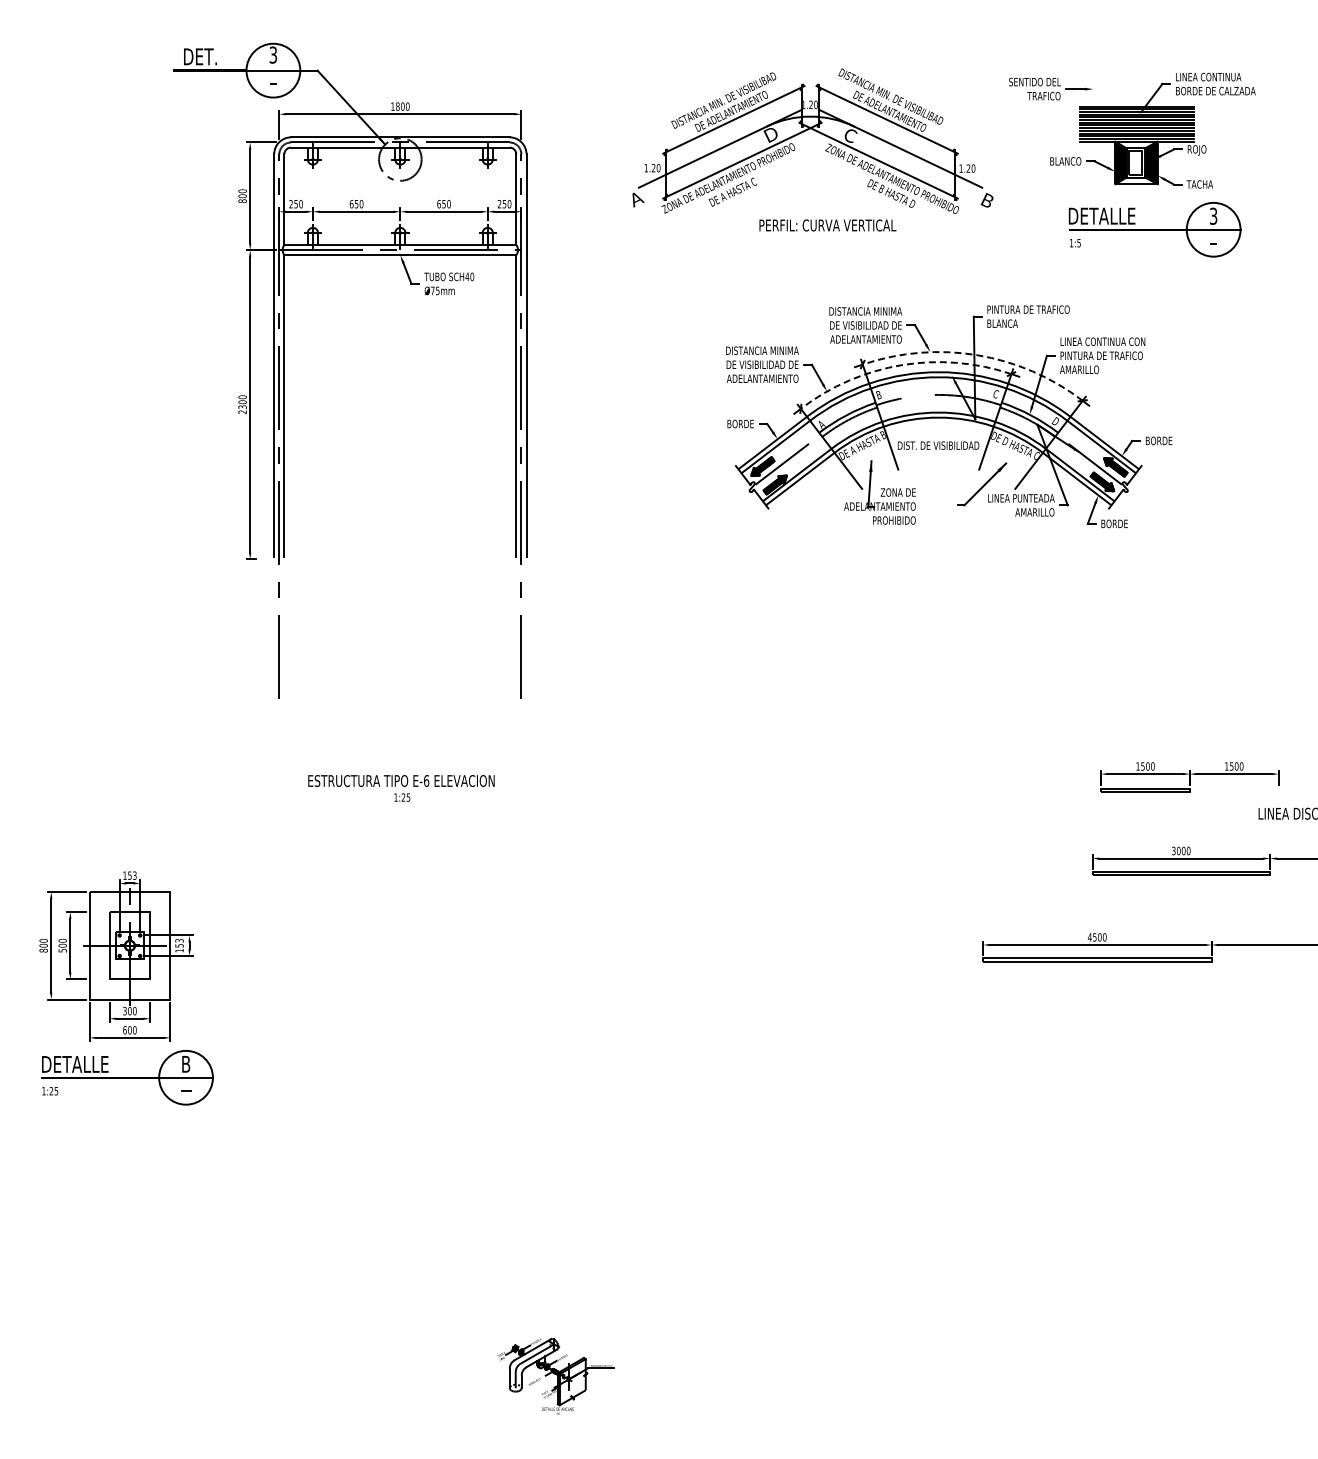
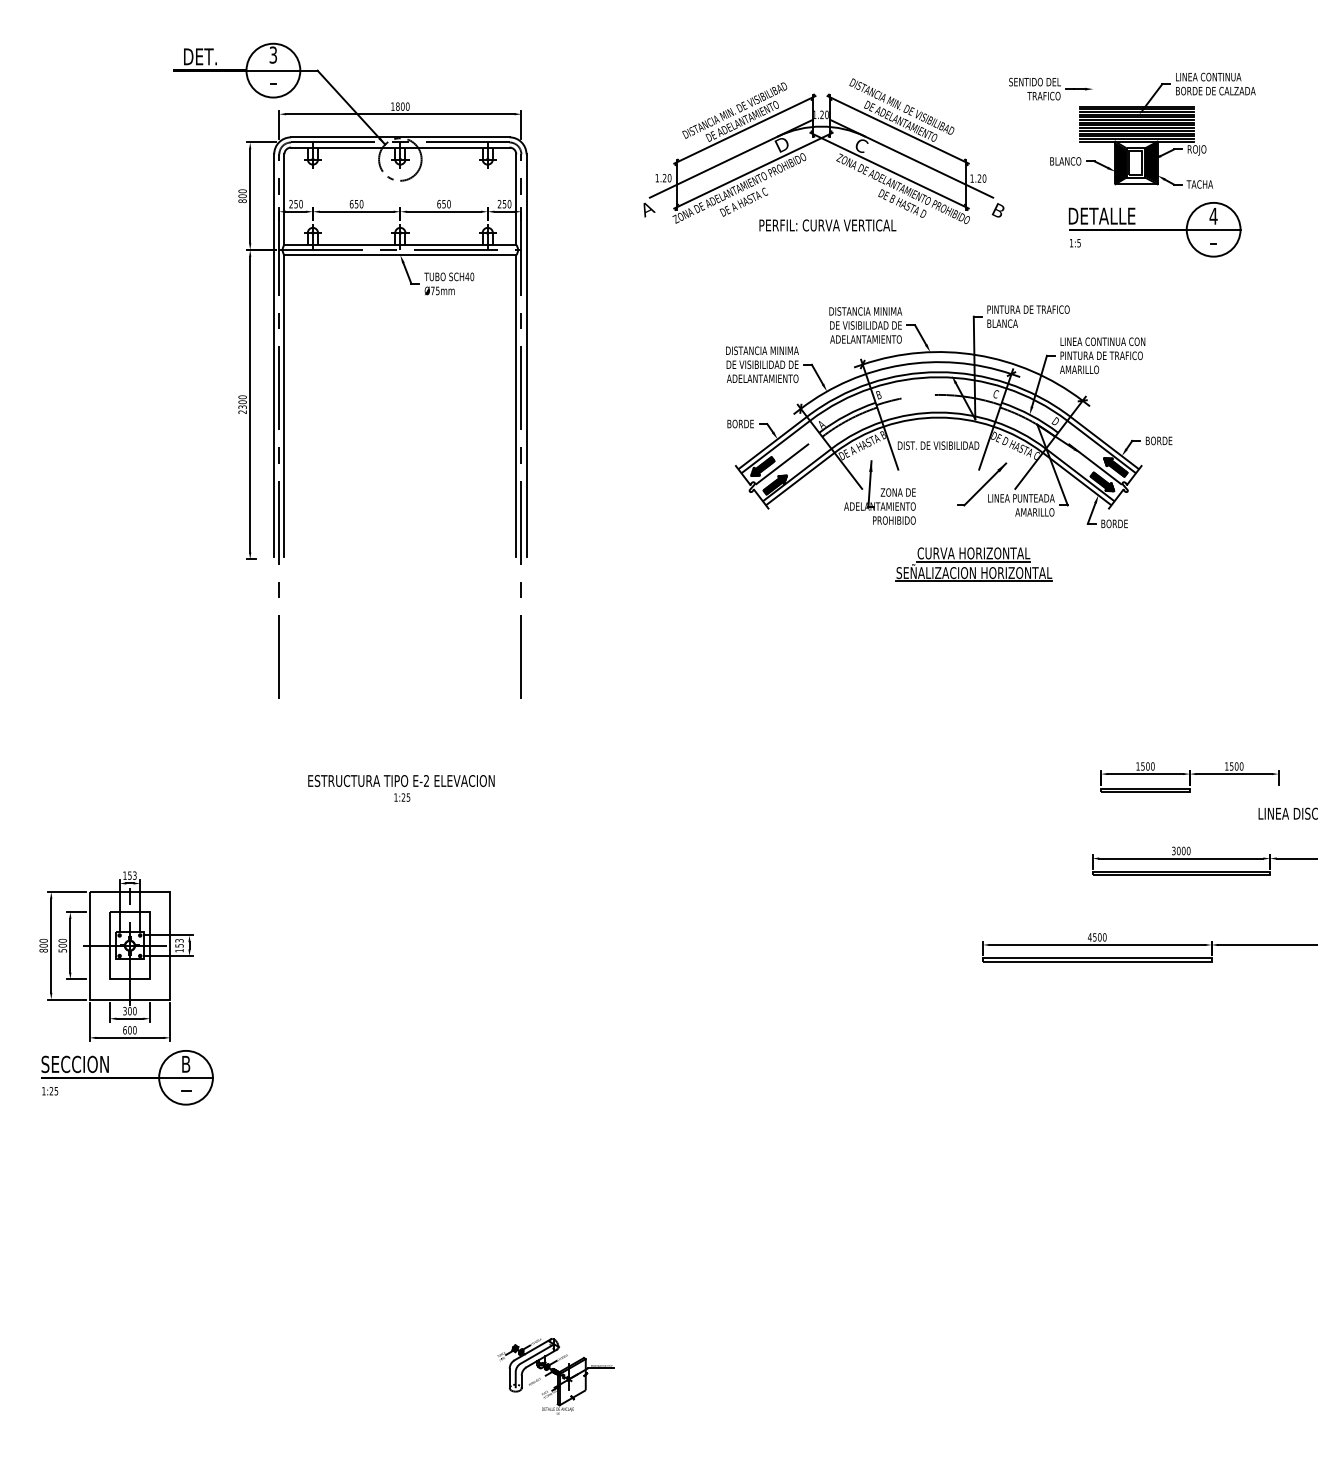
part at (814, 131) position: (814, 131) -> (825, 141)
text at (1213, 215): 3 -> 4
arc at (977, 355): dashed -> solid
line at (901, 365): dashed -> solid
part at (973, 564): none -> present
text at (426, 780): E-6 -> E-2
text at (74, 1064): DETALLE -> SECCION
